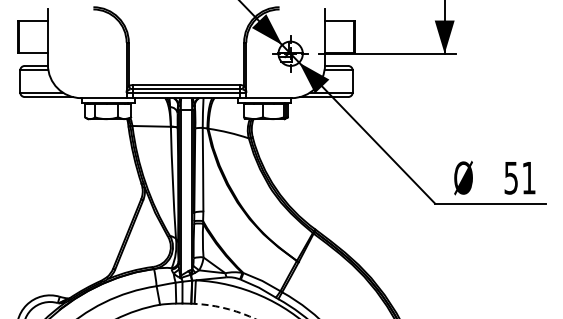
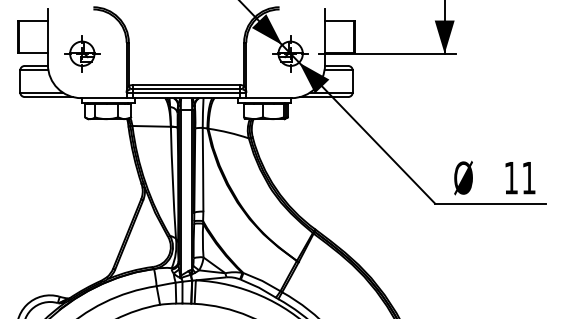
part at (82, 53): none -> present
text at (510, 178): 51 -> 11
arc at (225, 308): dashed -> solid
